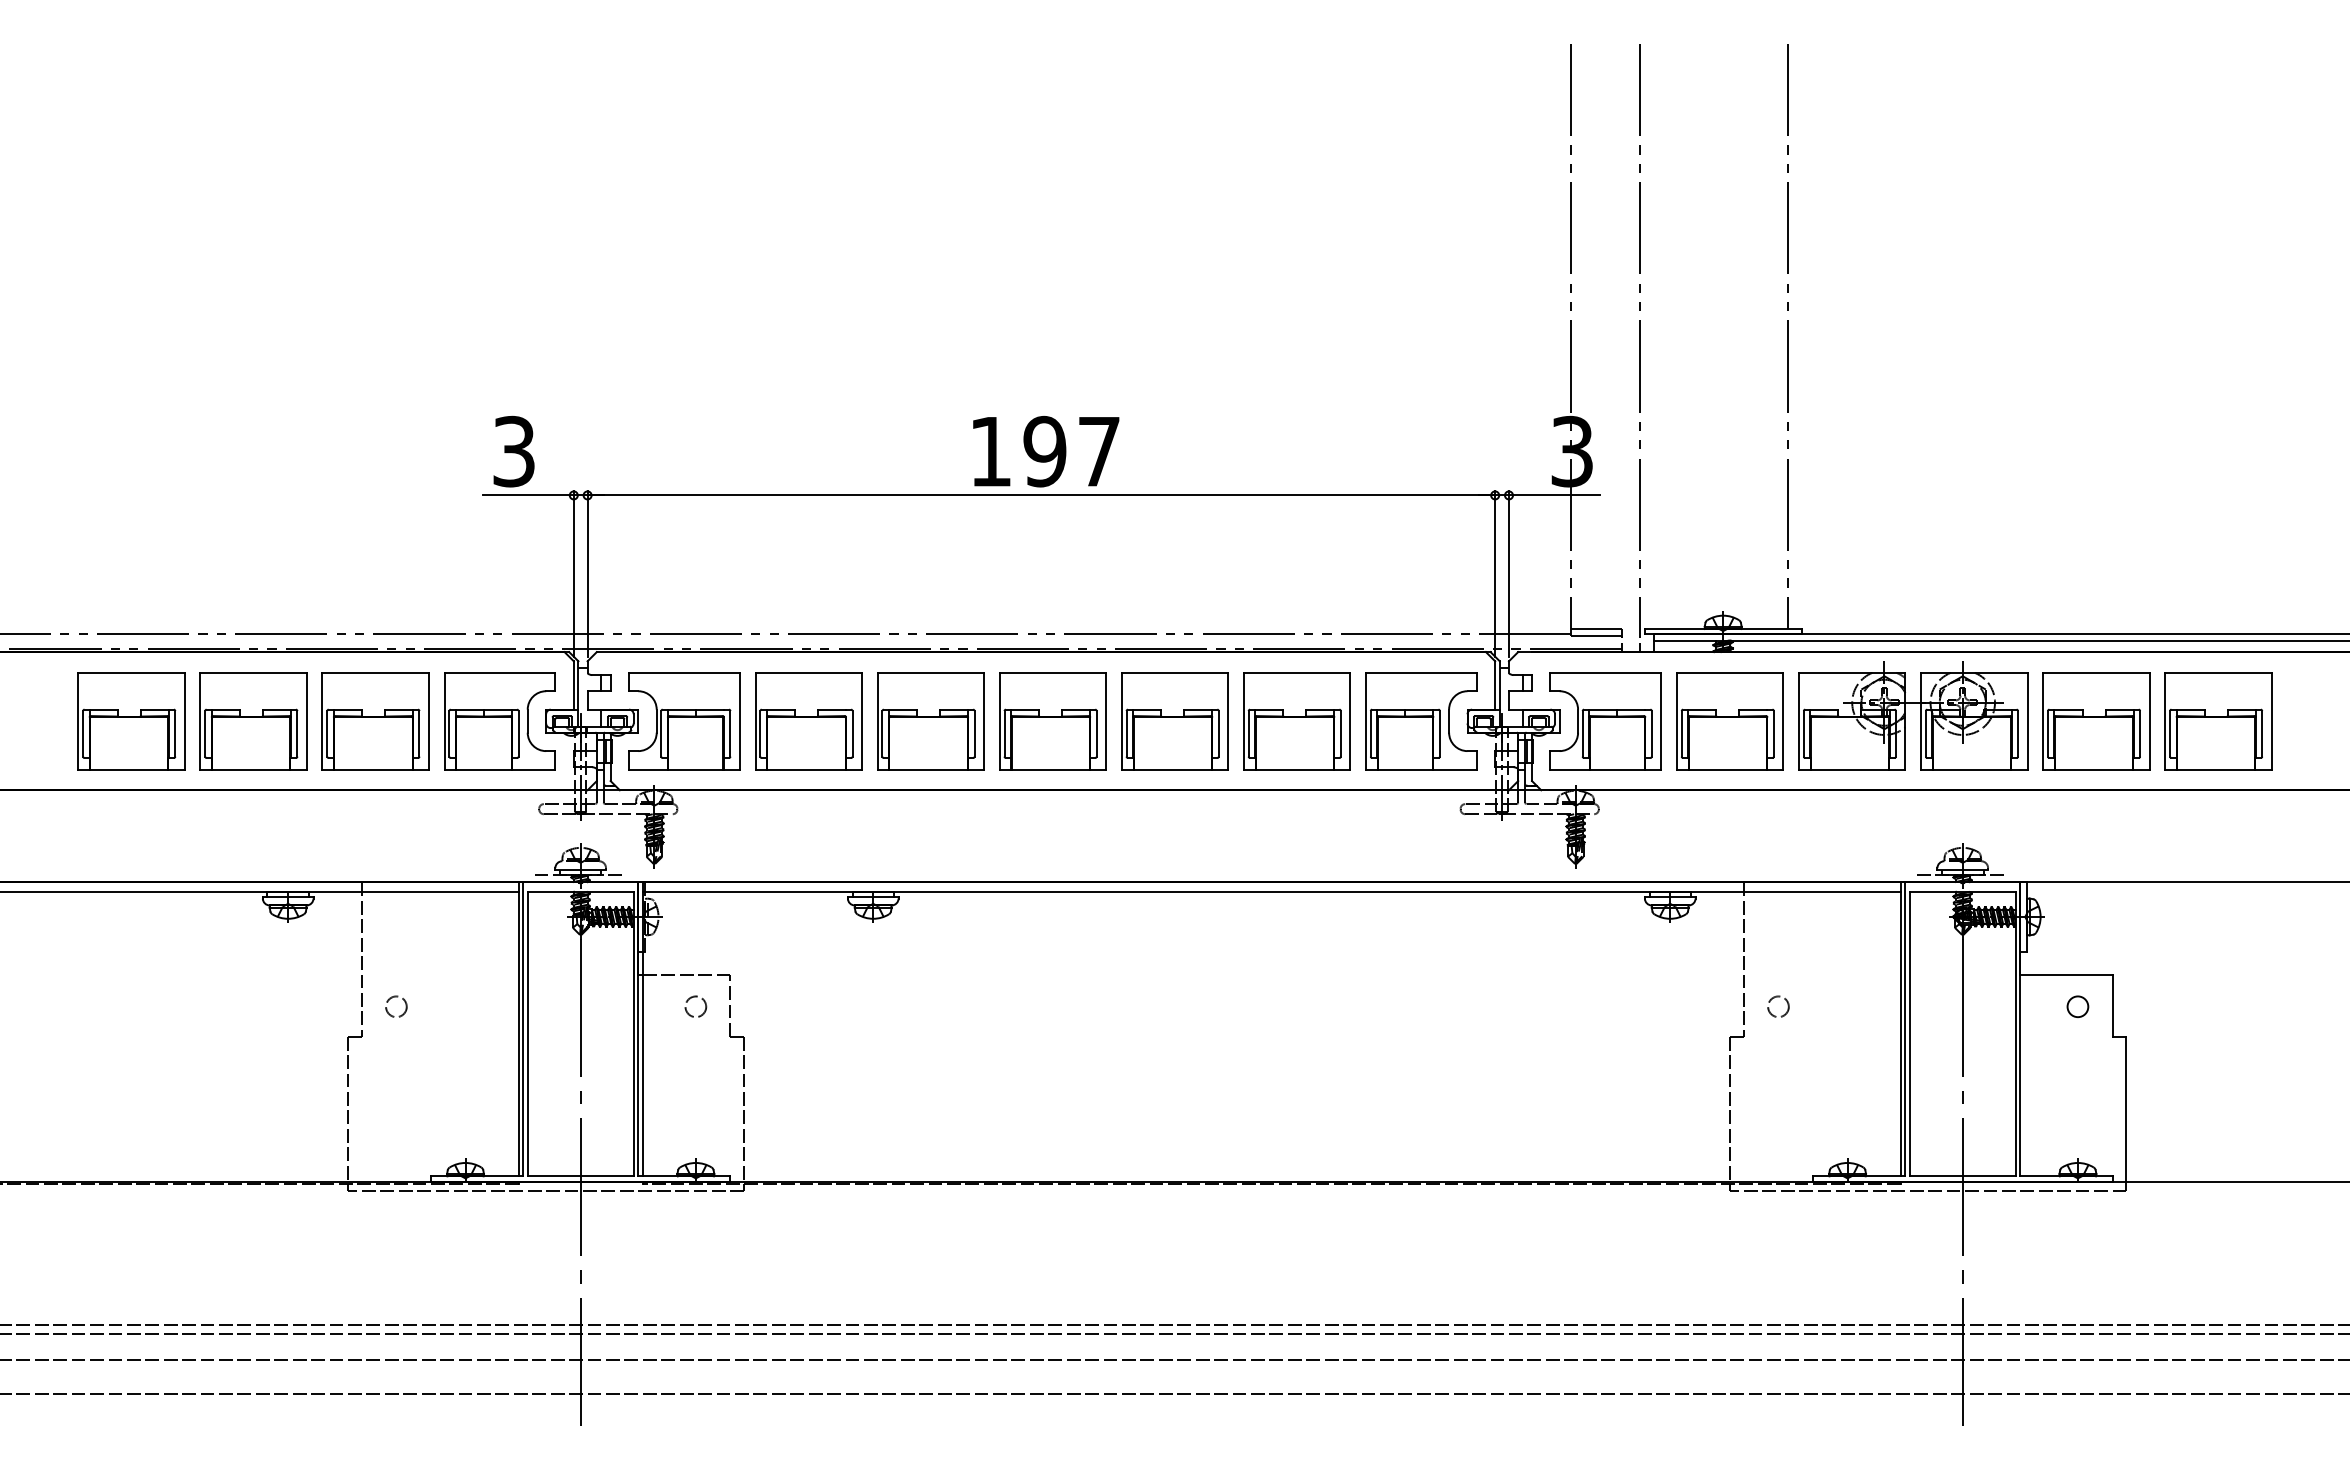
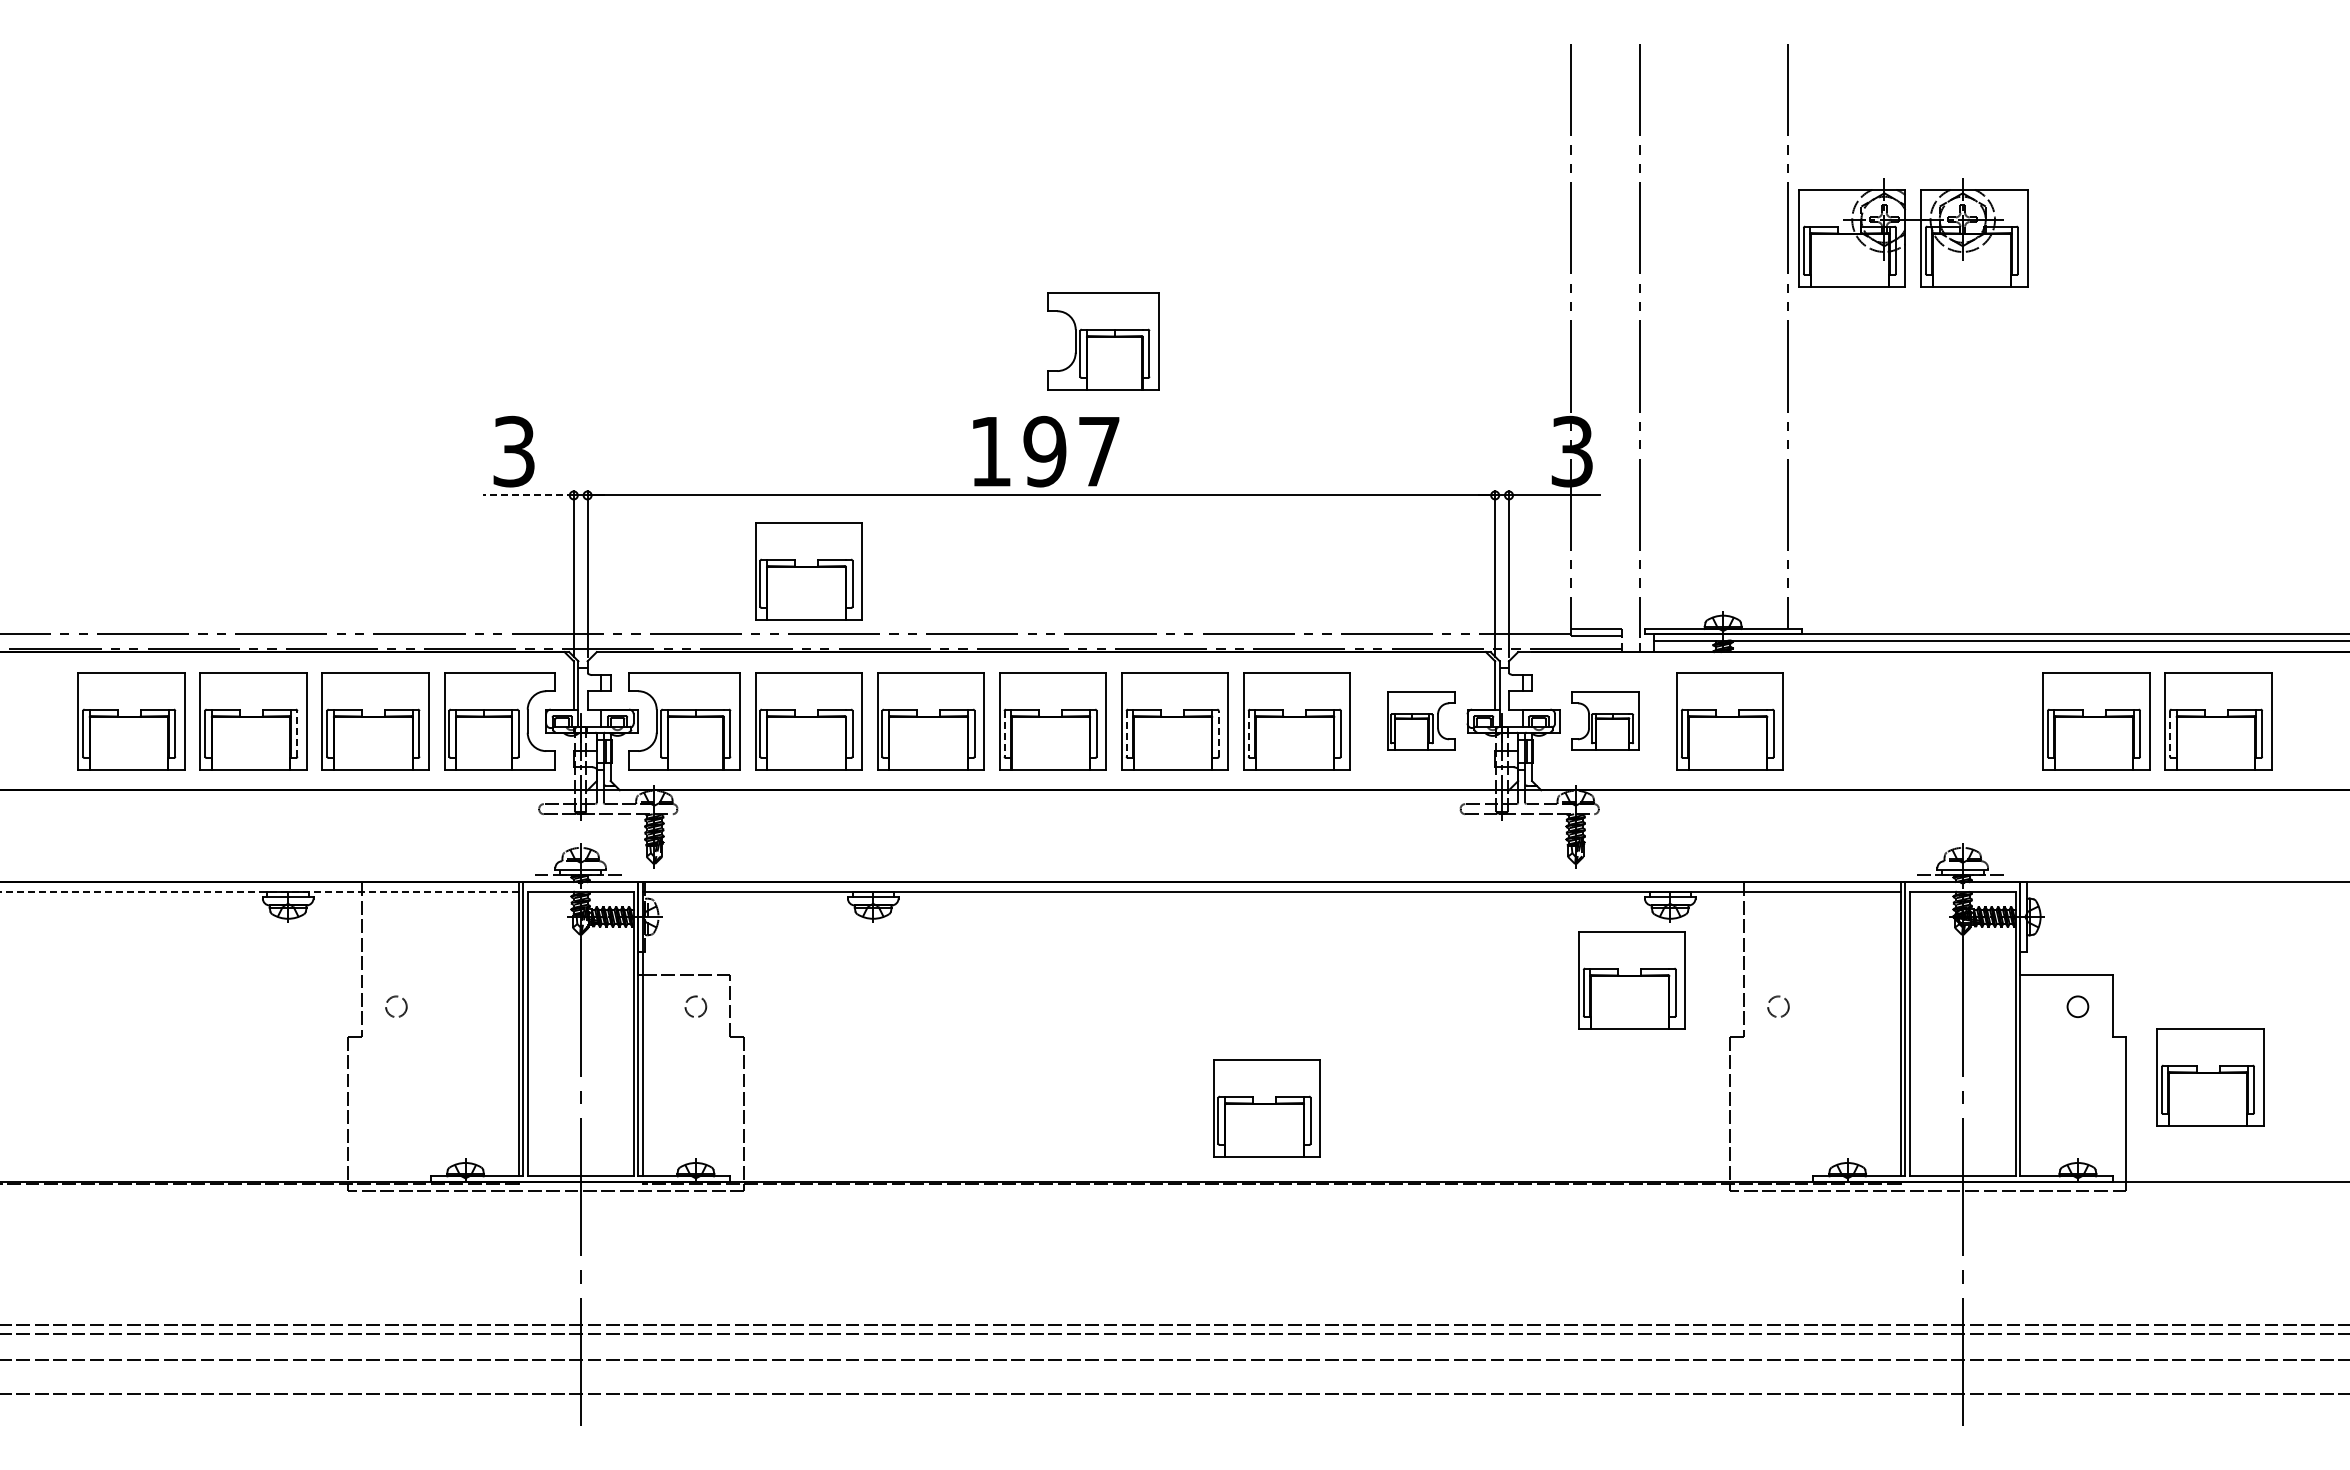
part at (1103, 341): none -> present
line at (527, 495): solid -> dashed
part at (808, 571): none -> present
part at (1920, 715) position: (1920, 715) -> (1920, 232)
part at (1421, 721) size: 113x99 px -> 69x60 px
part at (1605, 721) size: 113x99 px -> 69x60 px
line at (297, 733): solid -> dashed
line at (1004, 733): solid -> dashed
line at (1126, 733): solid -> dashed
line at (1218, 733): solid -> dashed
line at (1248, 733): solid -> dashed
line at (2170, 733): solid -> dashed
line at (259, 891): solid -> dashed
part at (1631, 980): none -> present
part at (2210, 1077): none -> present
part at (1266, 1108): none -> present
